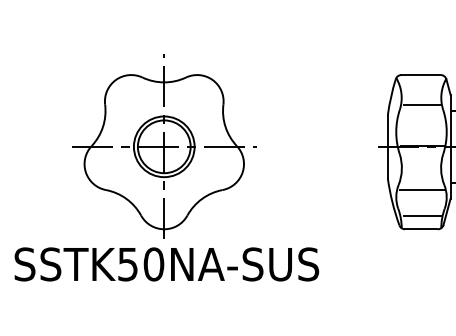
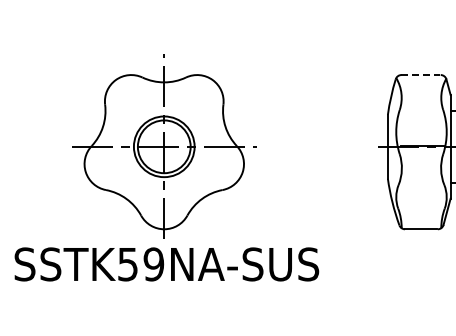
line at (421, 75): solid -> dashed
line at (422, 104): present -> none
line at (422, 190): present -> none
line at (422, 215): present -> none
text at (153, 264): SSTK50NA-SUS -> SSTK59NA-SUS
